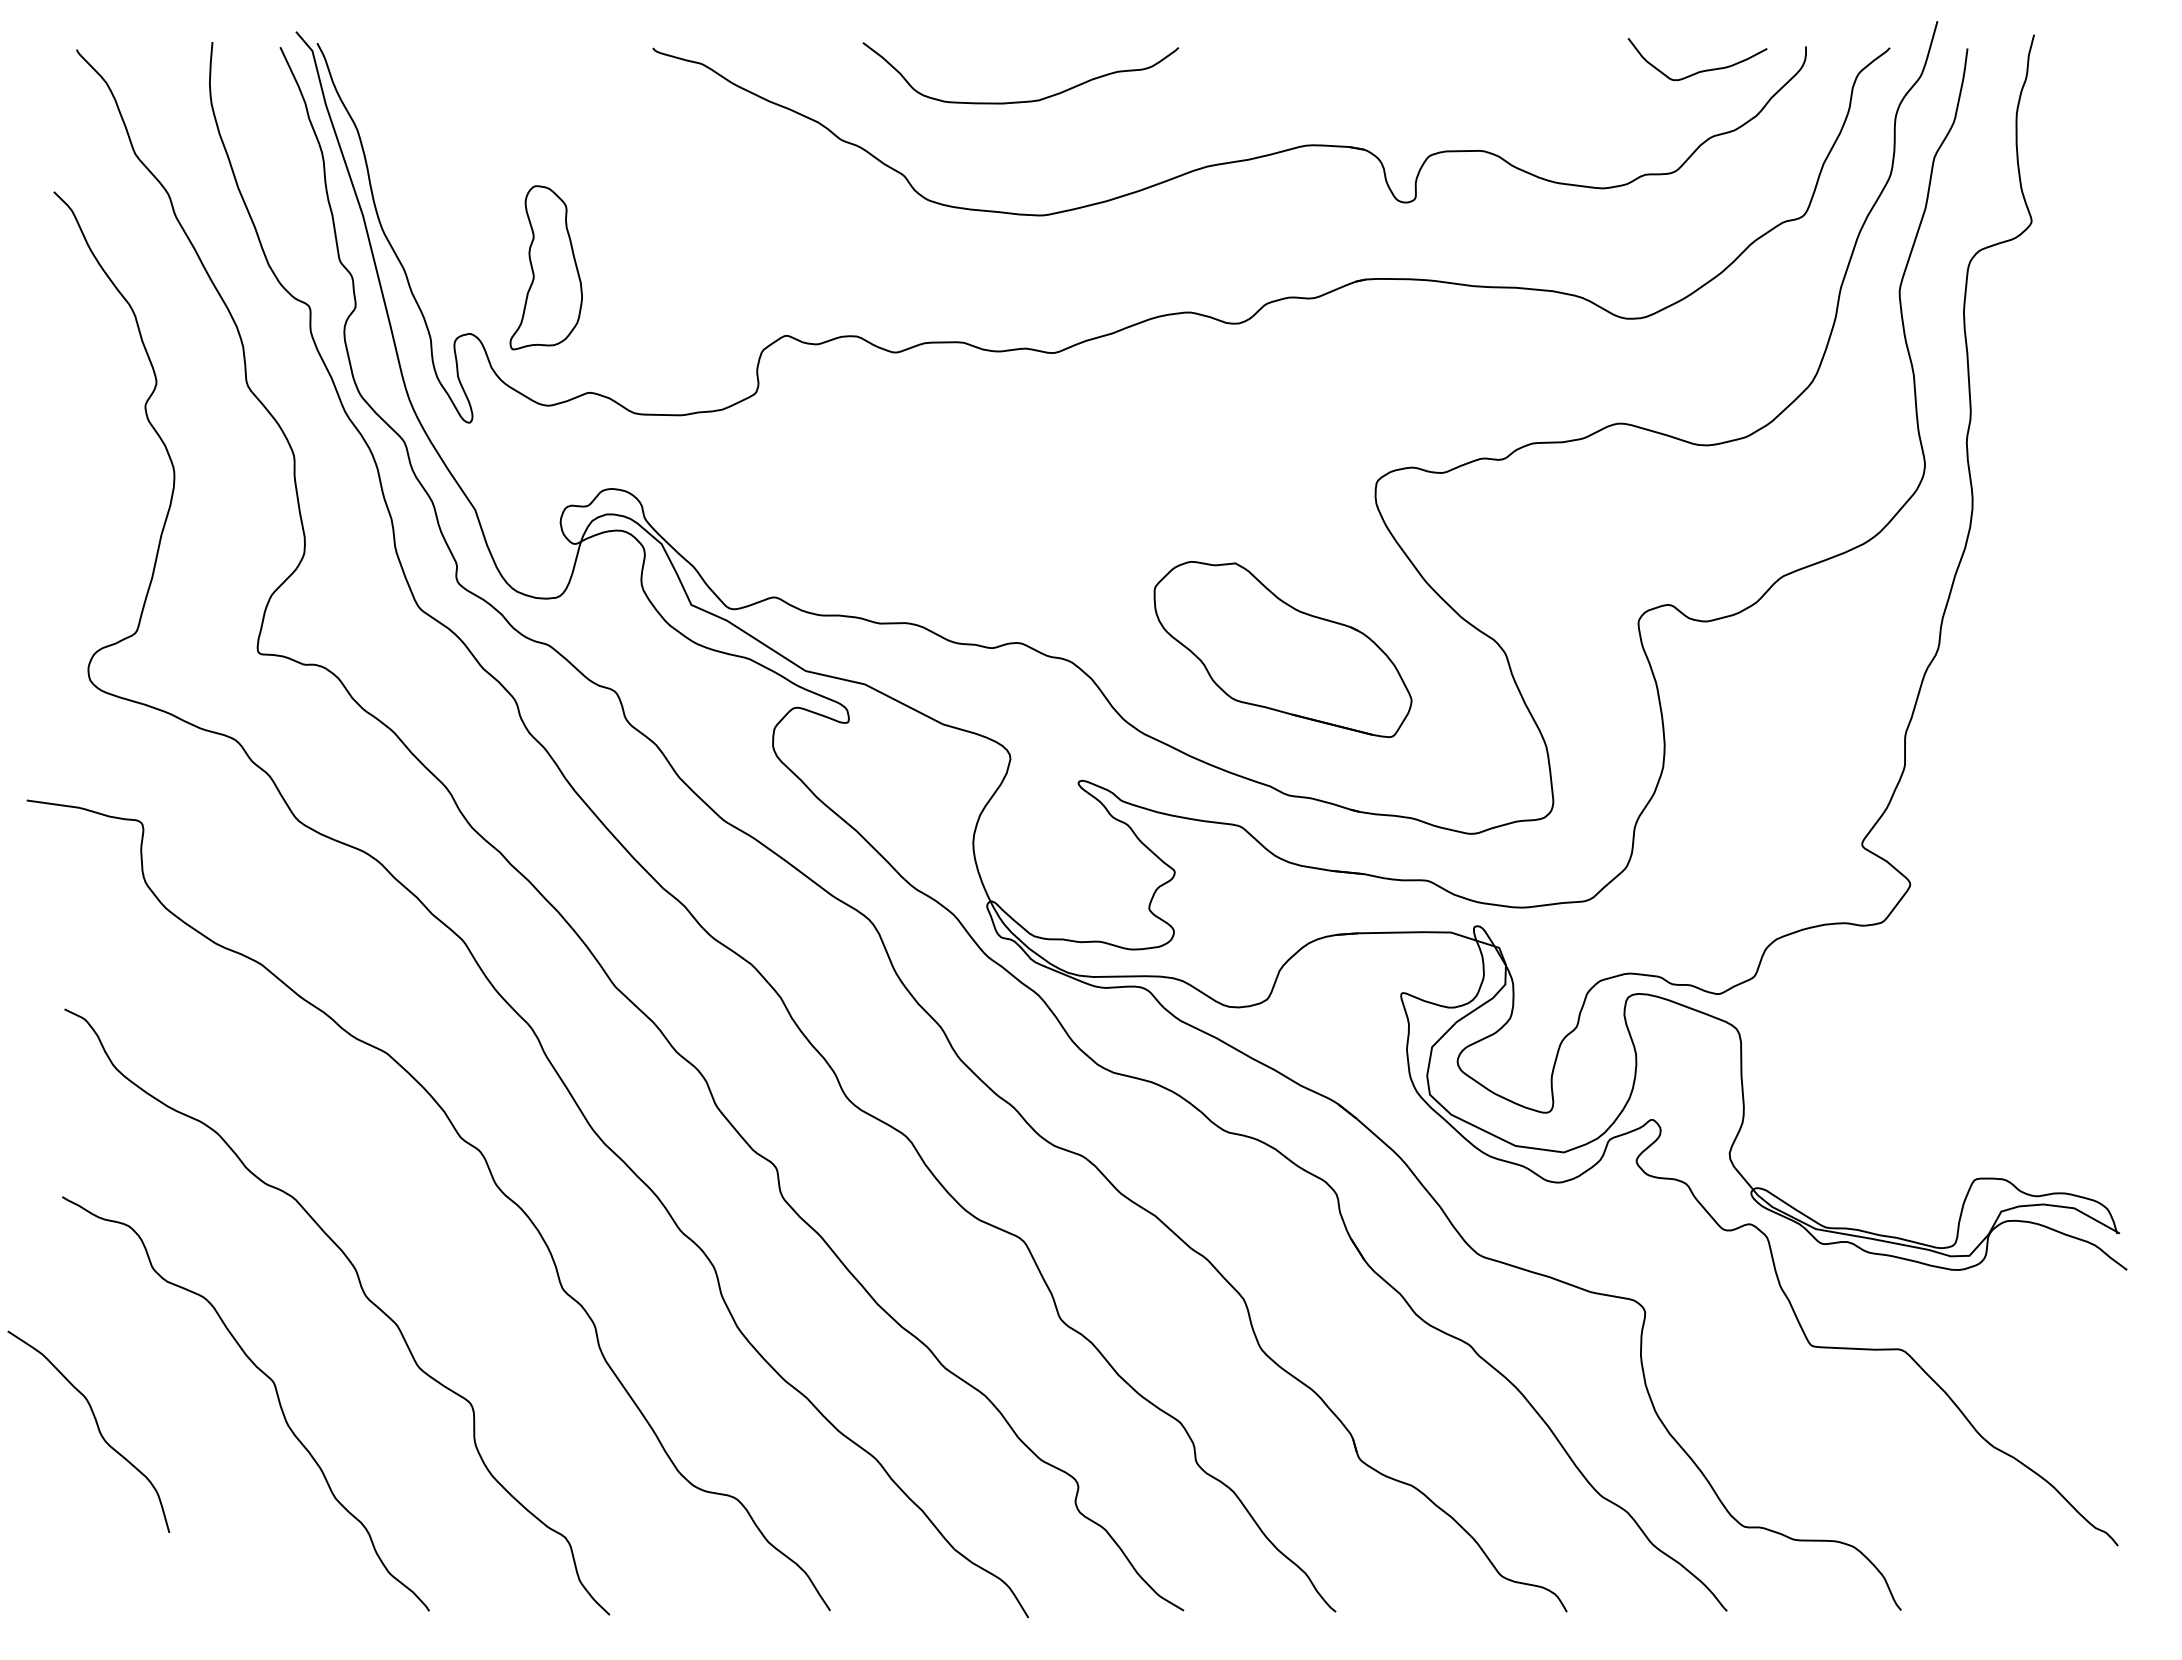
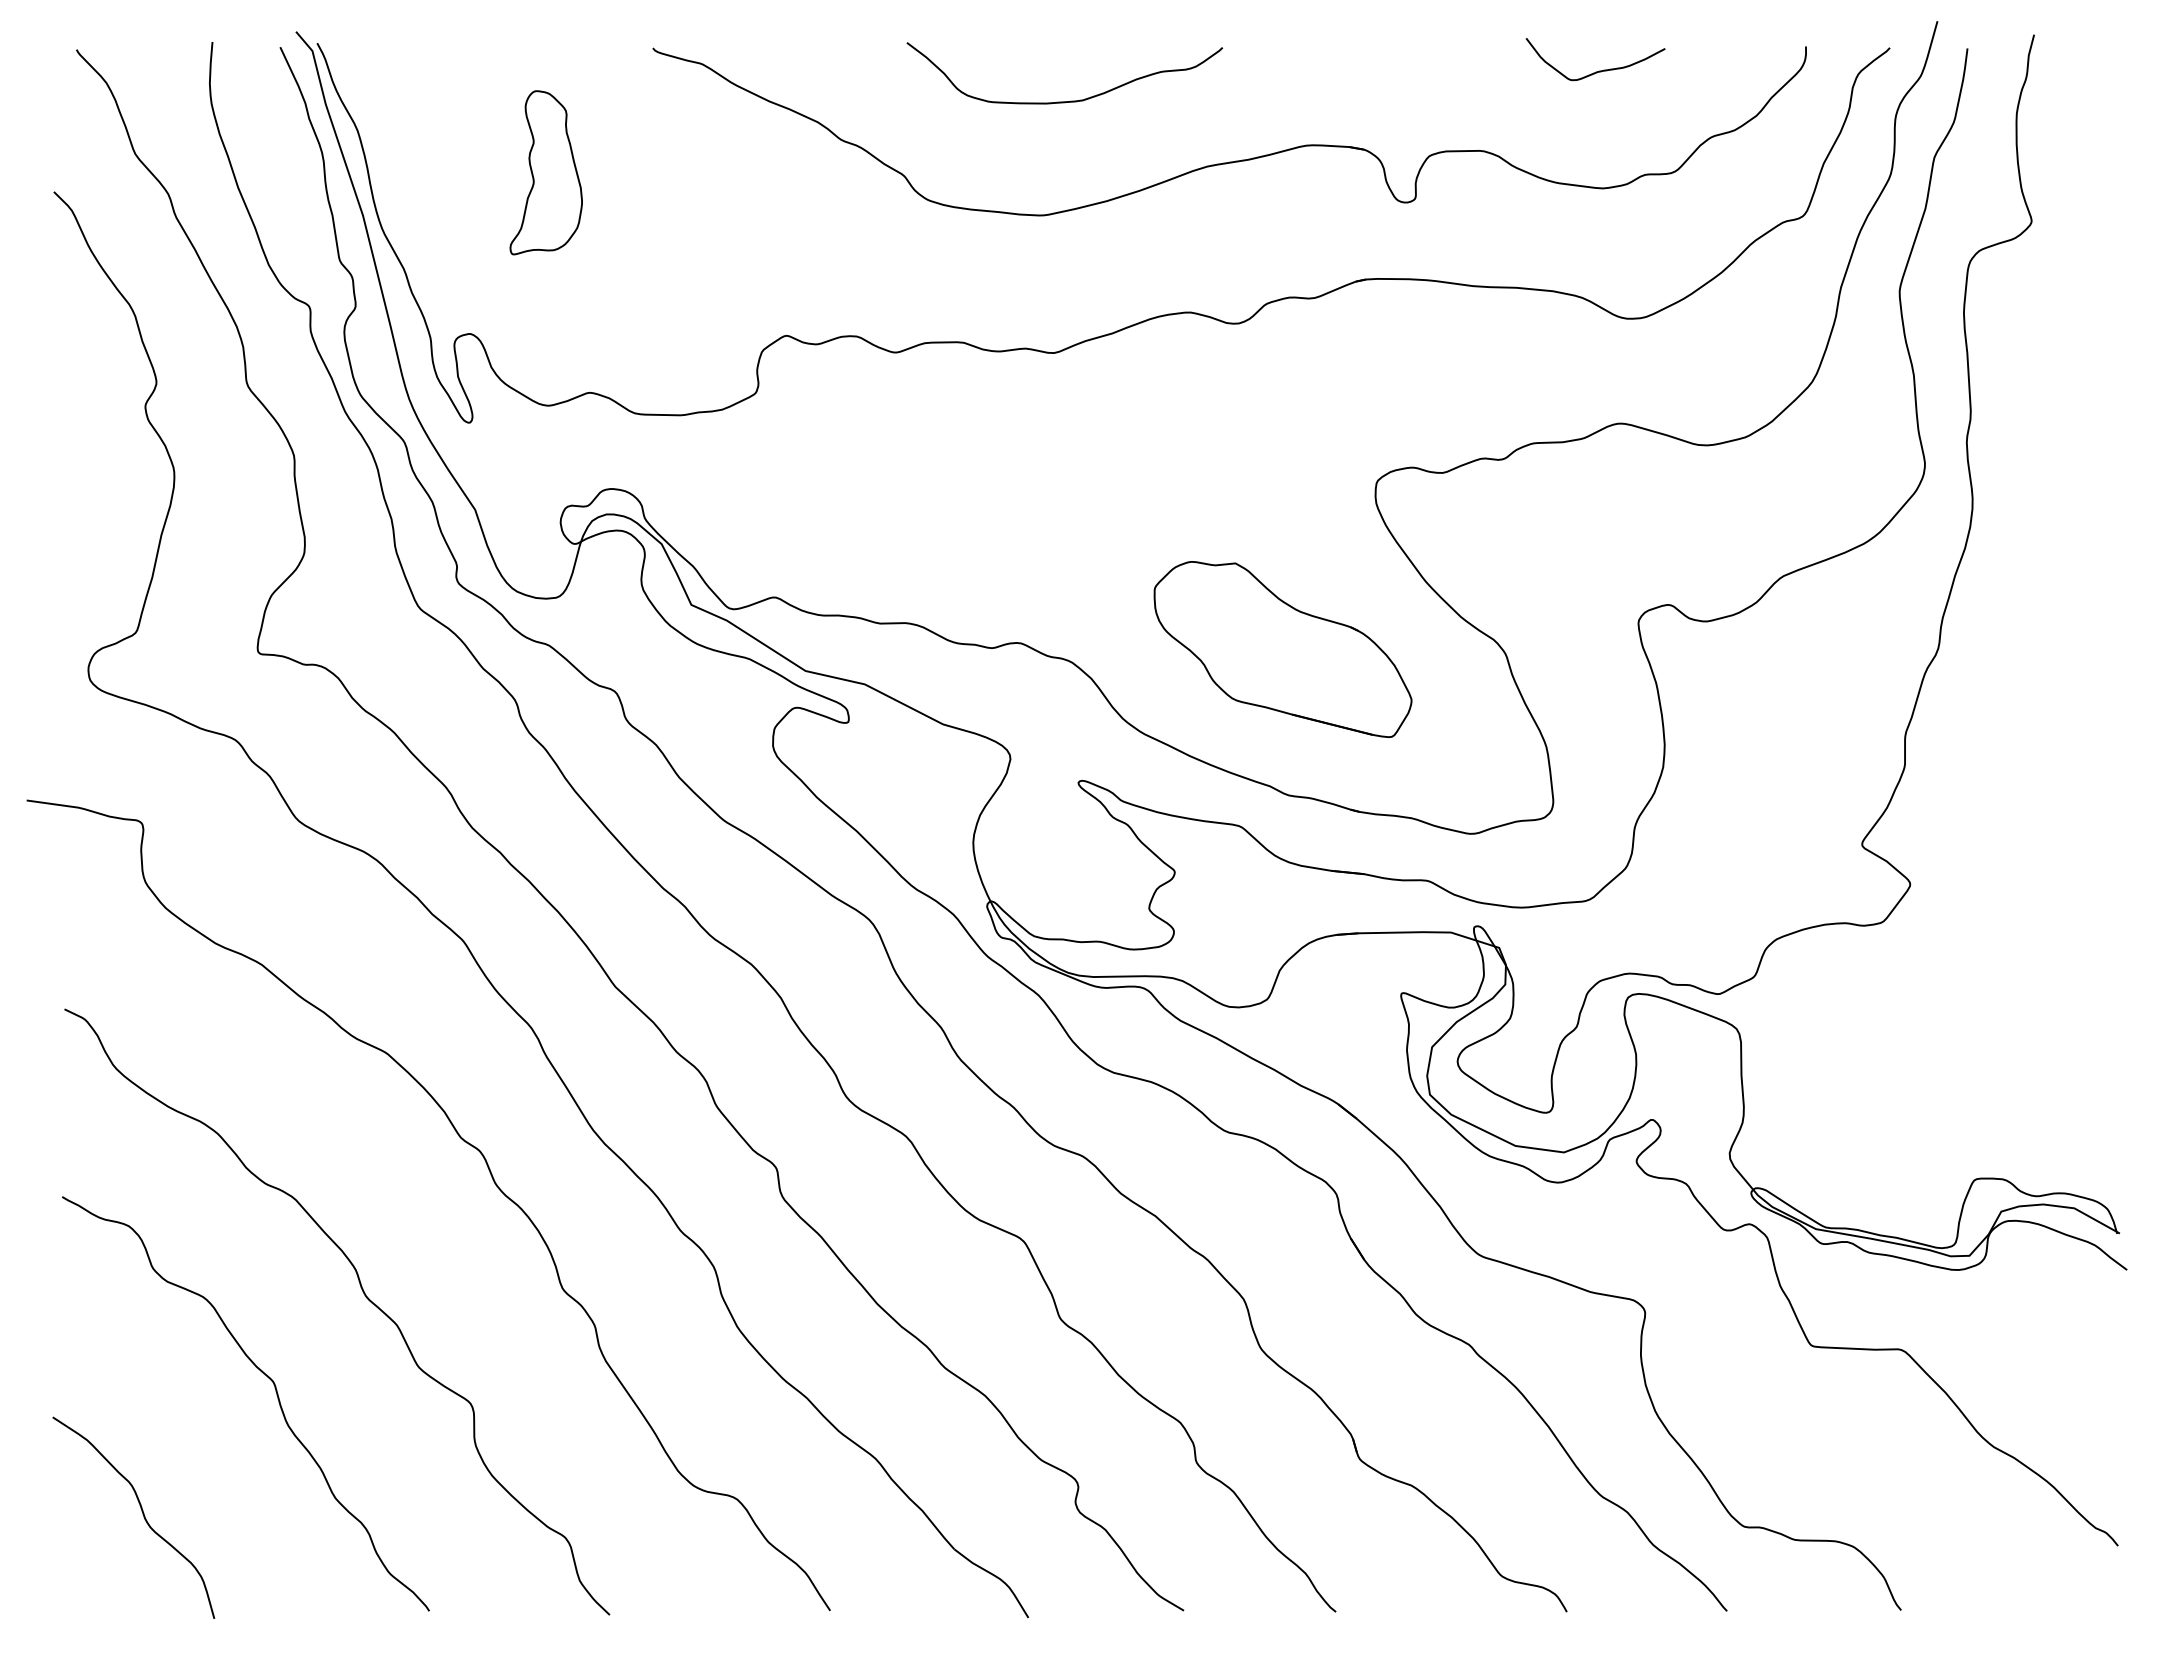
curve at (1701, 70) position: (1701, 70) -> (1599, 70)
curve at (1026, 100) position: (1026, 100) -> (1070, 100)
part at (545, 267) position: (545, 267) -> (545, 172)
curve at (97, 1428) position: (97, 1428) -> (142, 1514)
